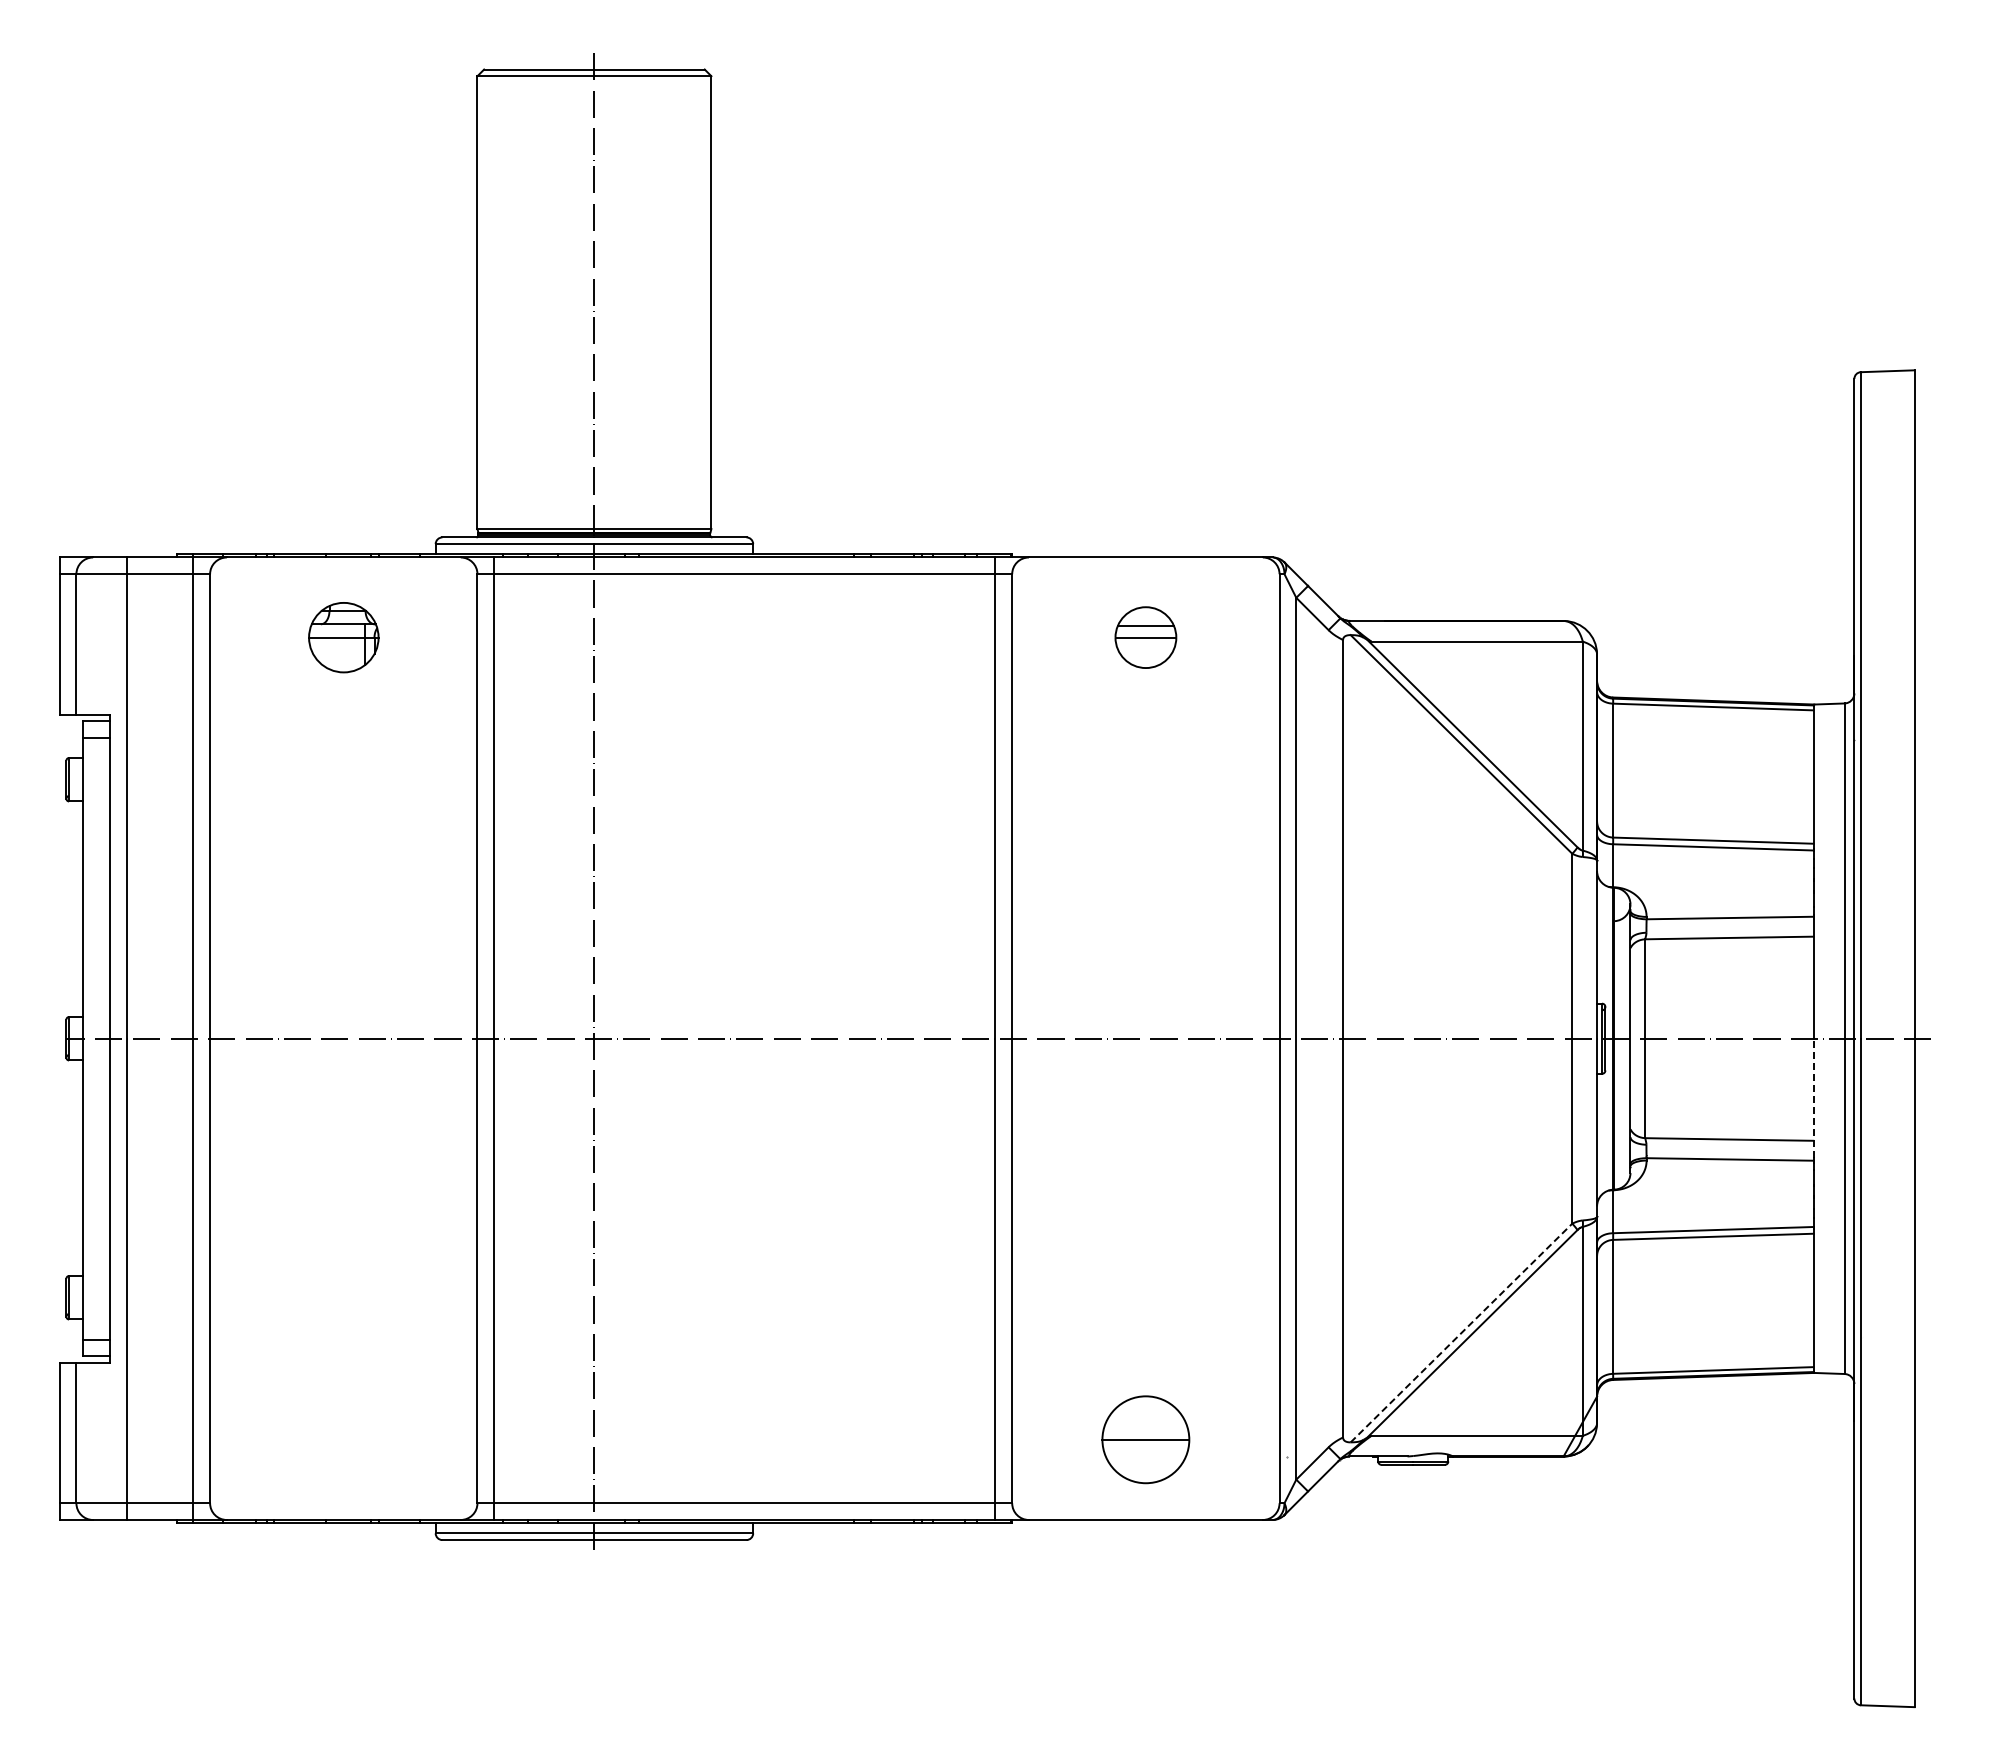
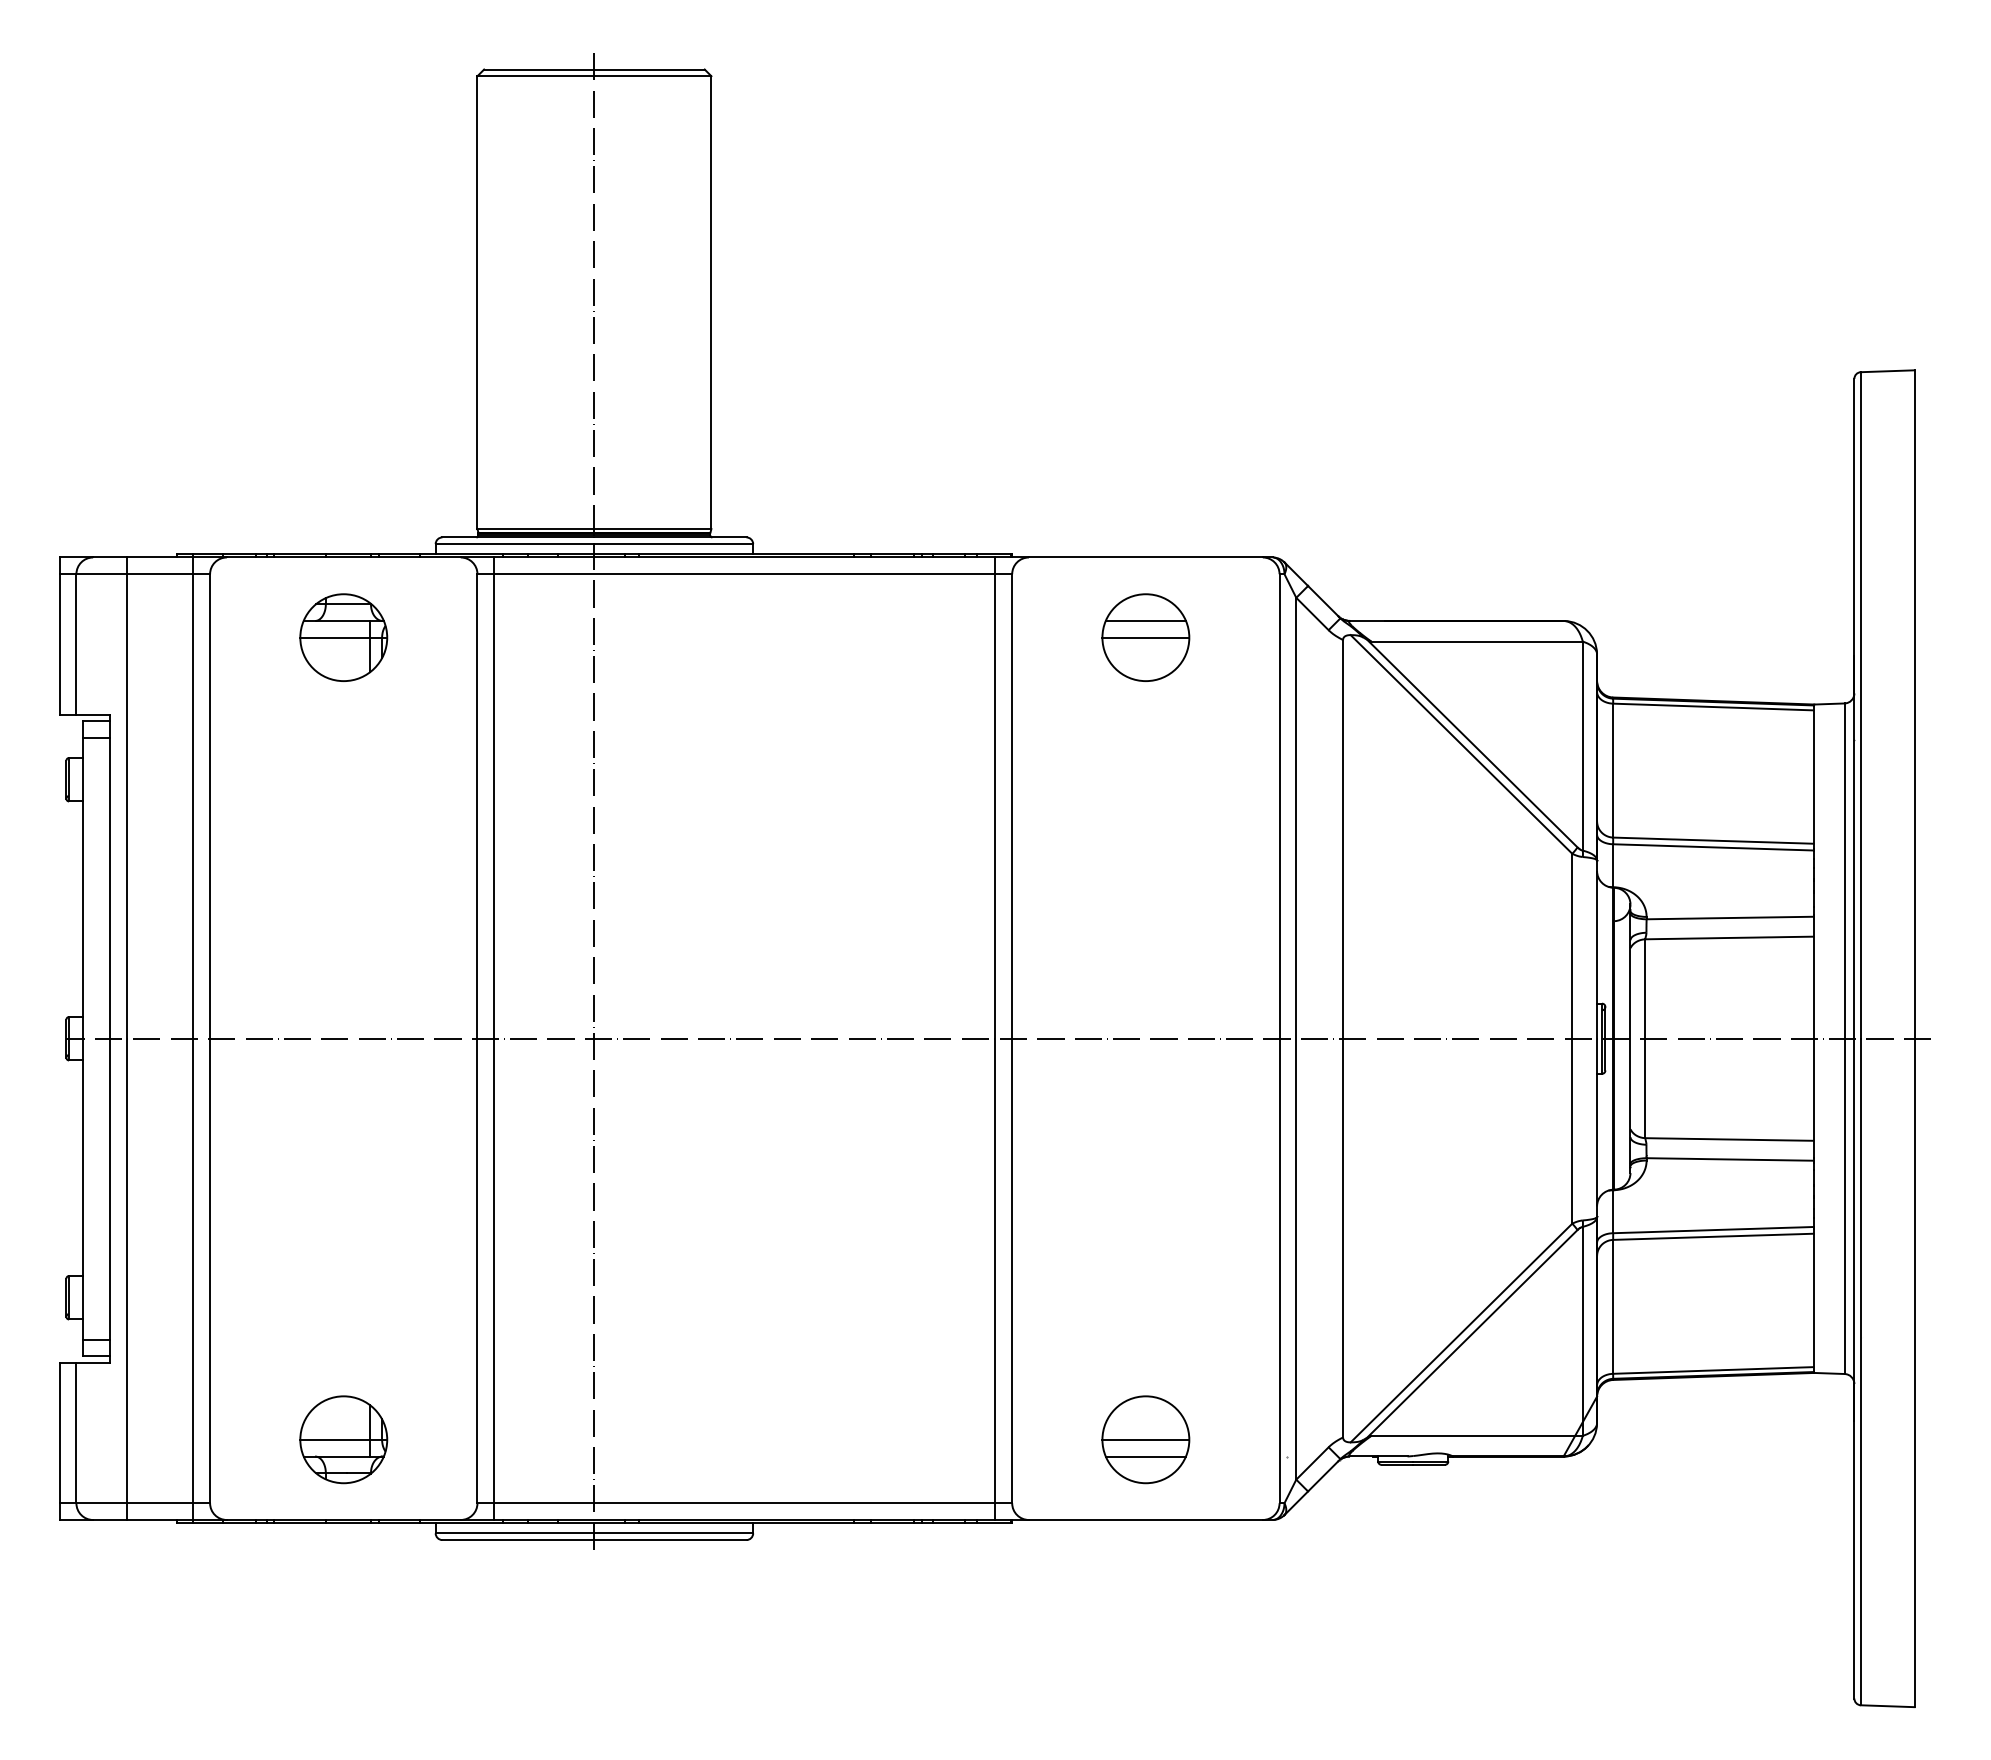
part at (343, 637) size: 72x72 px -> 90x89 px
part at (1145, 637) size: 64x63 px -> 90x89 px
line at (1814, 1098): dashed -> solid
line at (1461, 1333): dashed -> solid
part at (343, 1439): none -> present
line at (1145, 1456): none -> present
